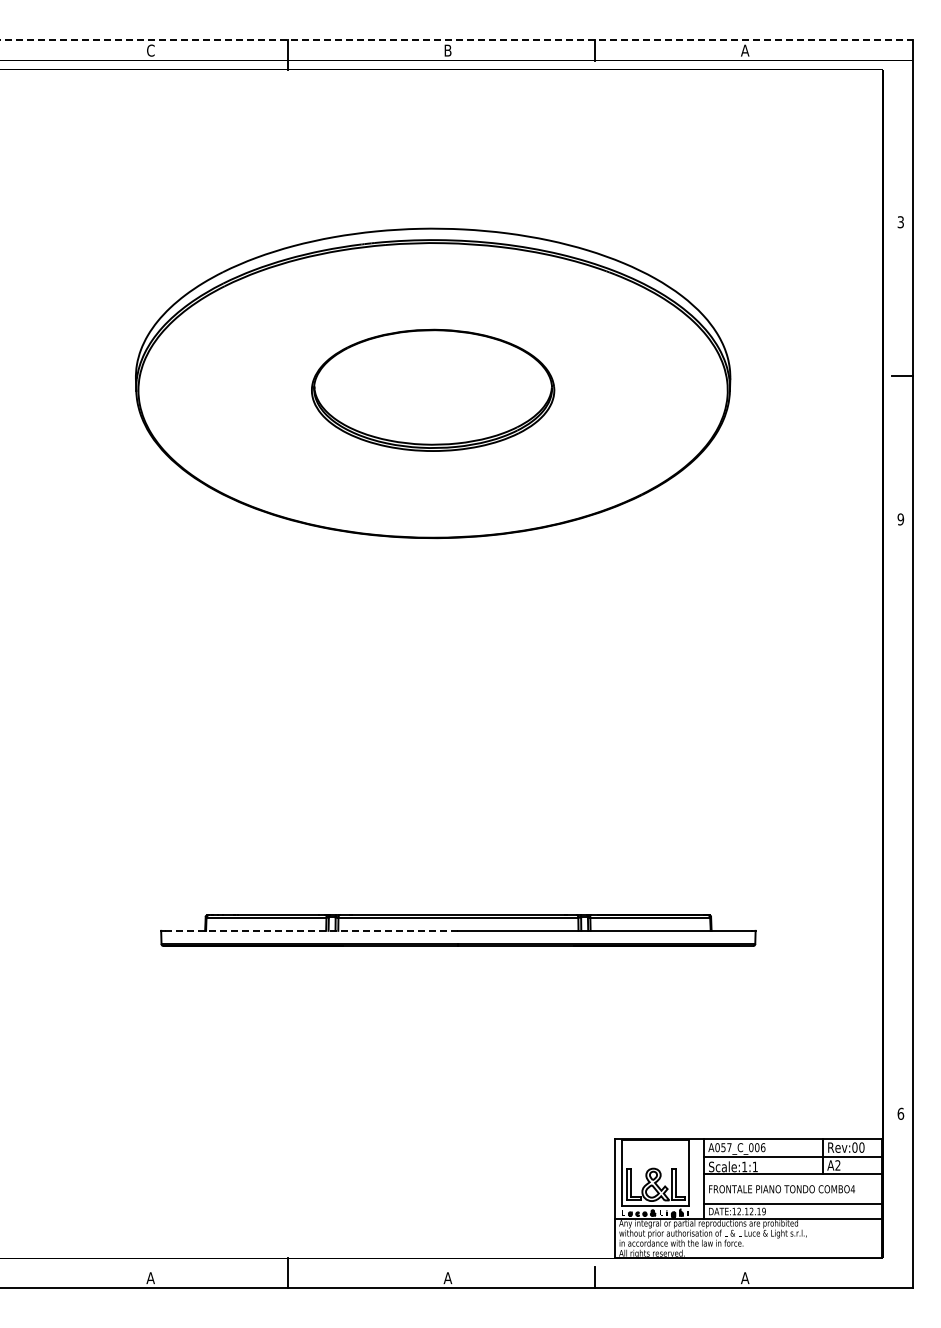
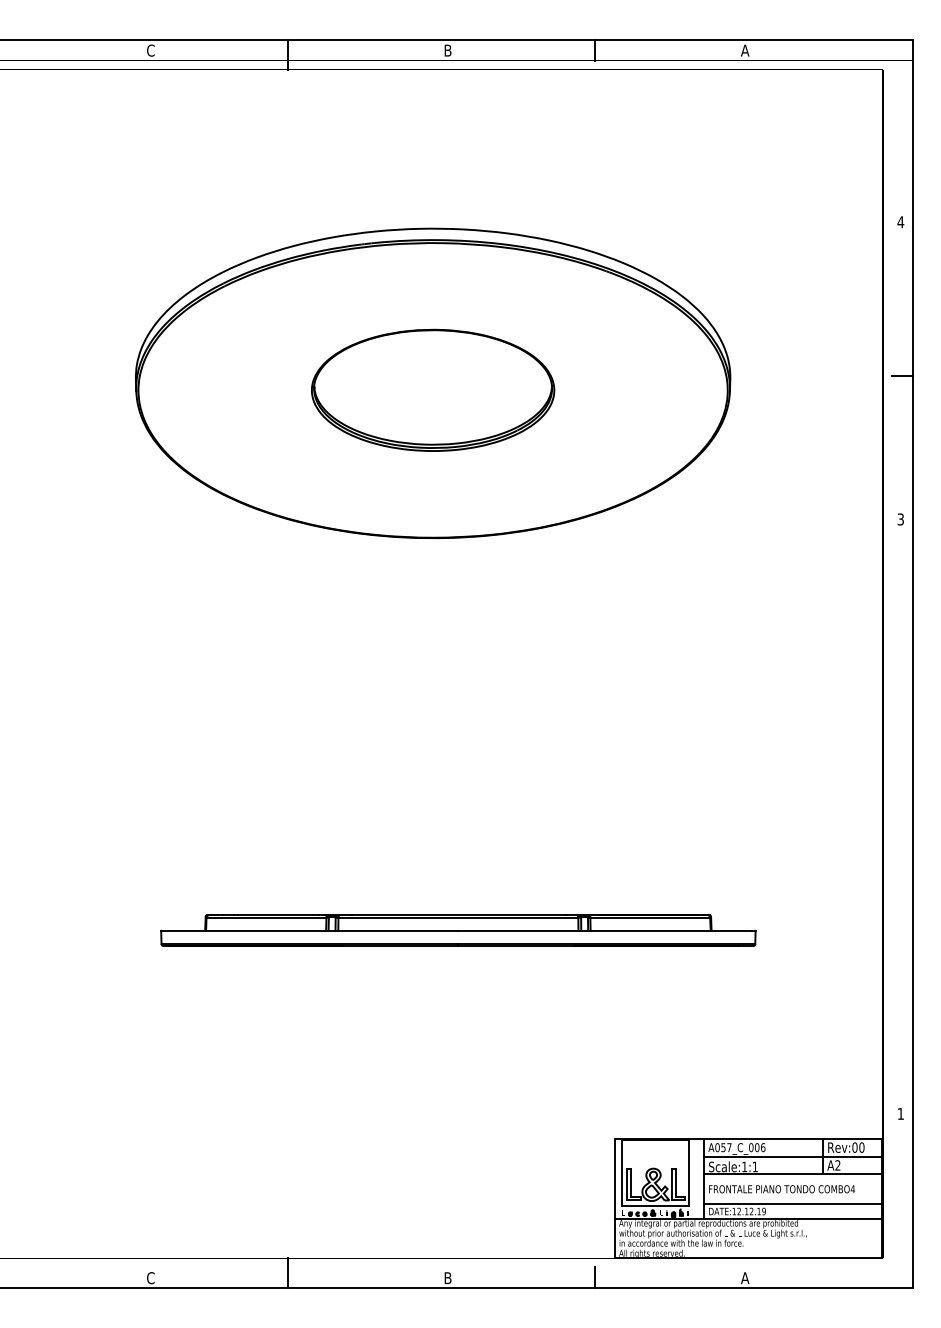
line at (456, 39): dashed -> solid
text at (900, 222): 3 -> 4
text at (900, 519): 9 -> 3
line at (311, 930): dashed -> solid
text at (900, 1113): 6 -> 1
text at (150, 1278): A -> C
text at (447, 1278): A -> B
